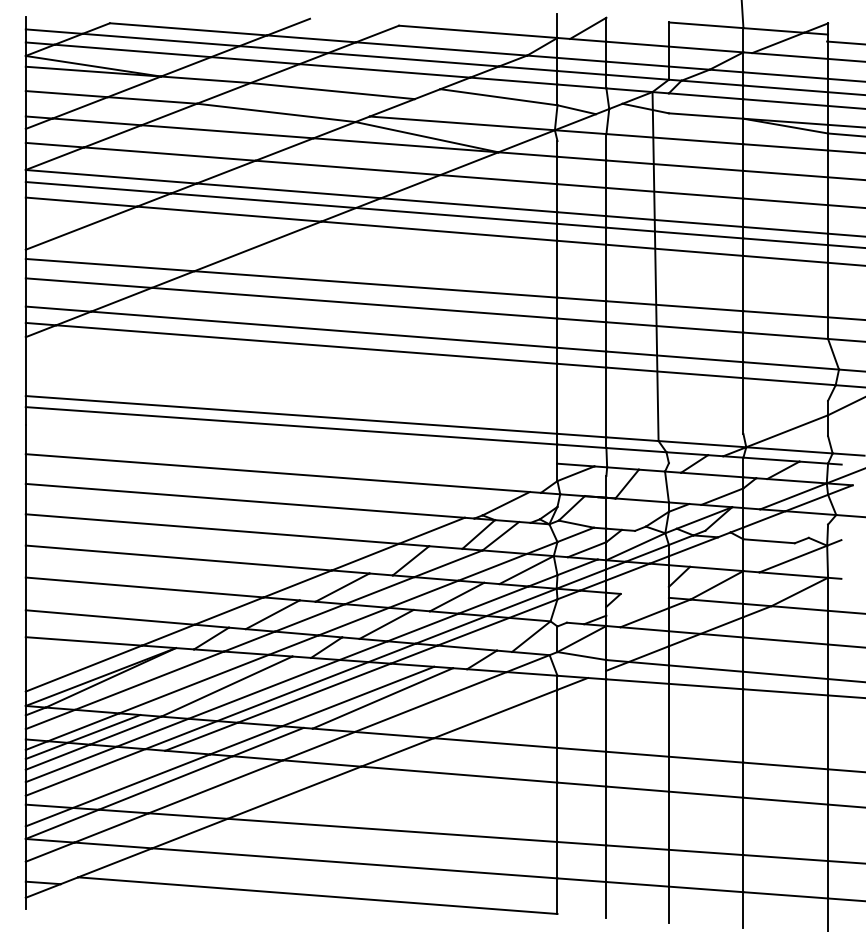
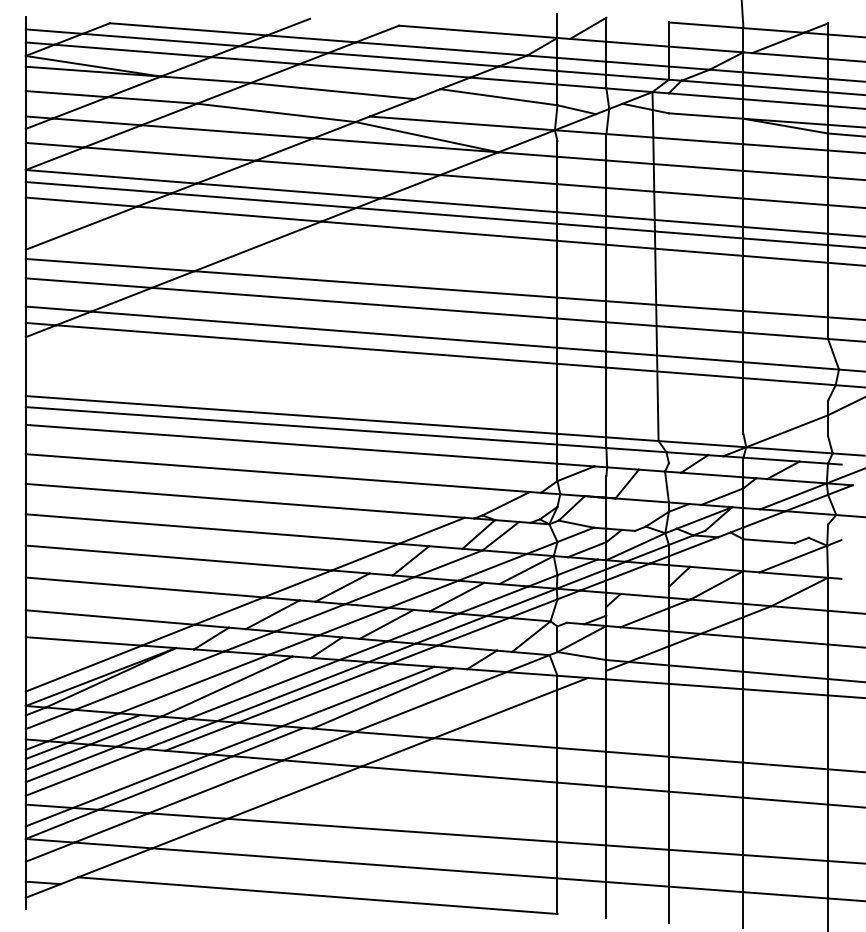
line at (844, 42) position: (844, 42) -> (845, 35)
line at (291, 443): none -> present
line at (644, 595): none -> present
